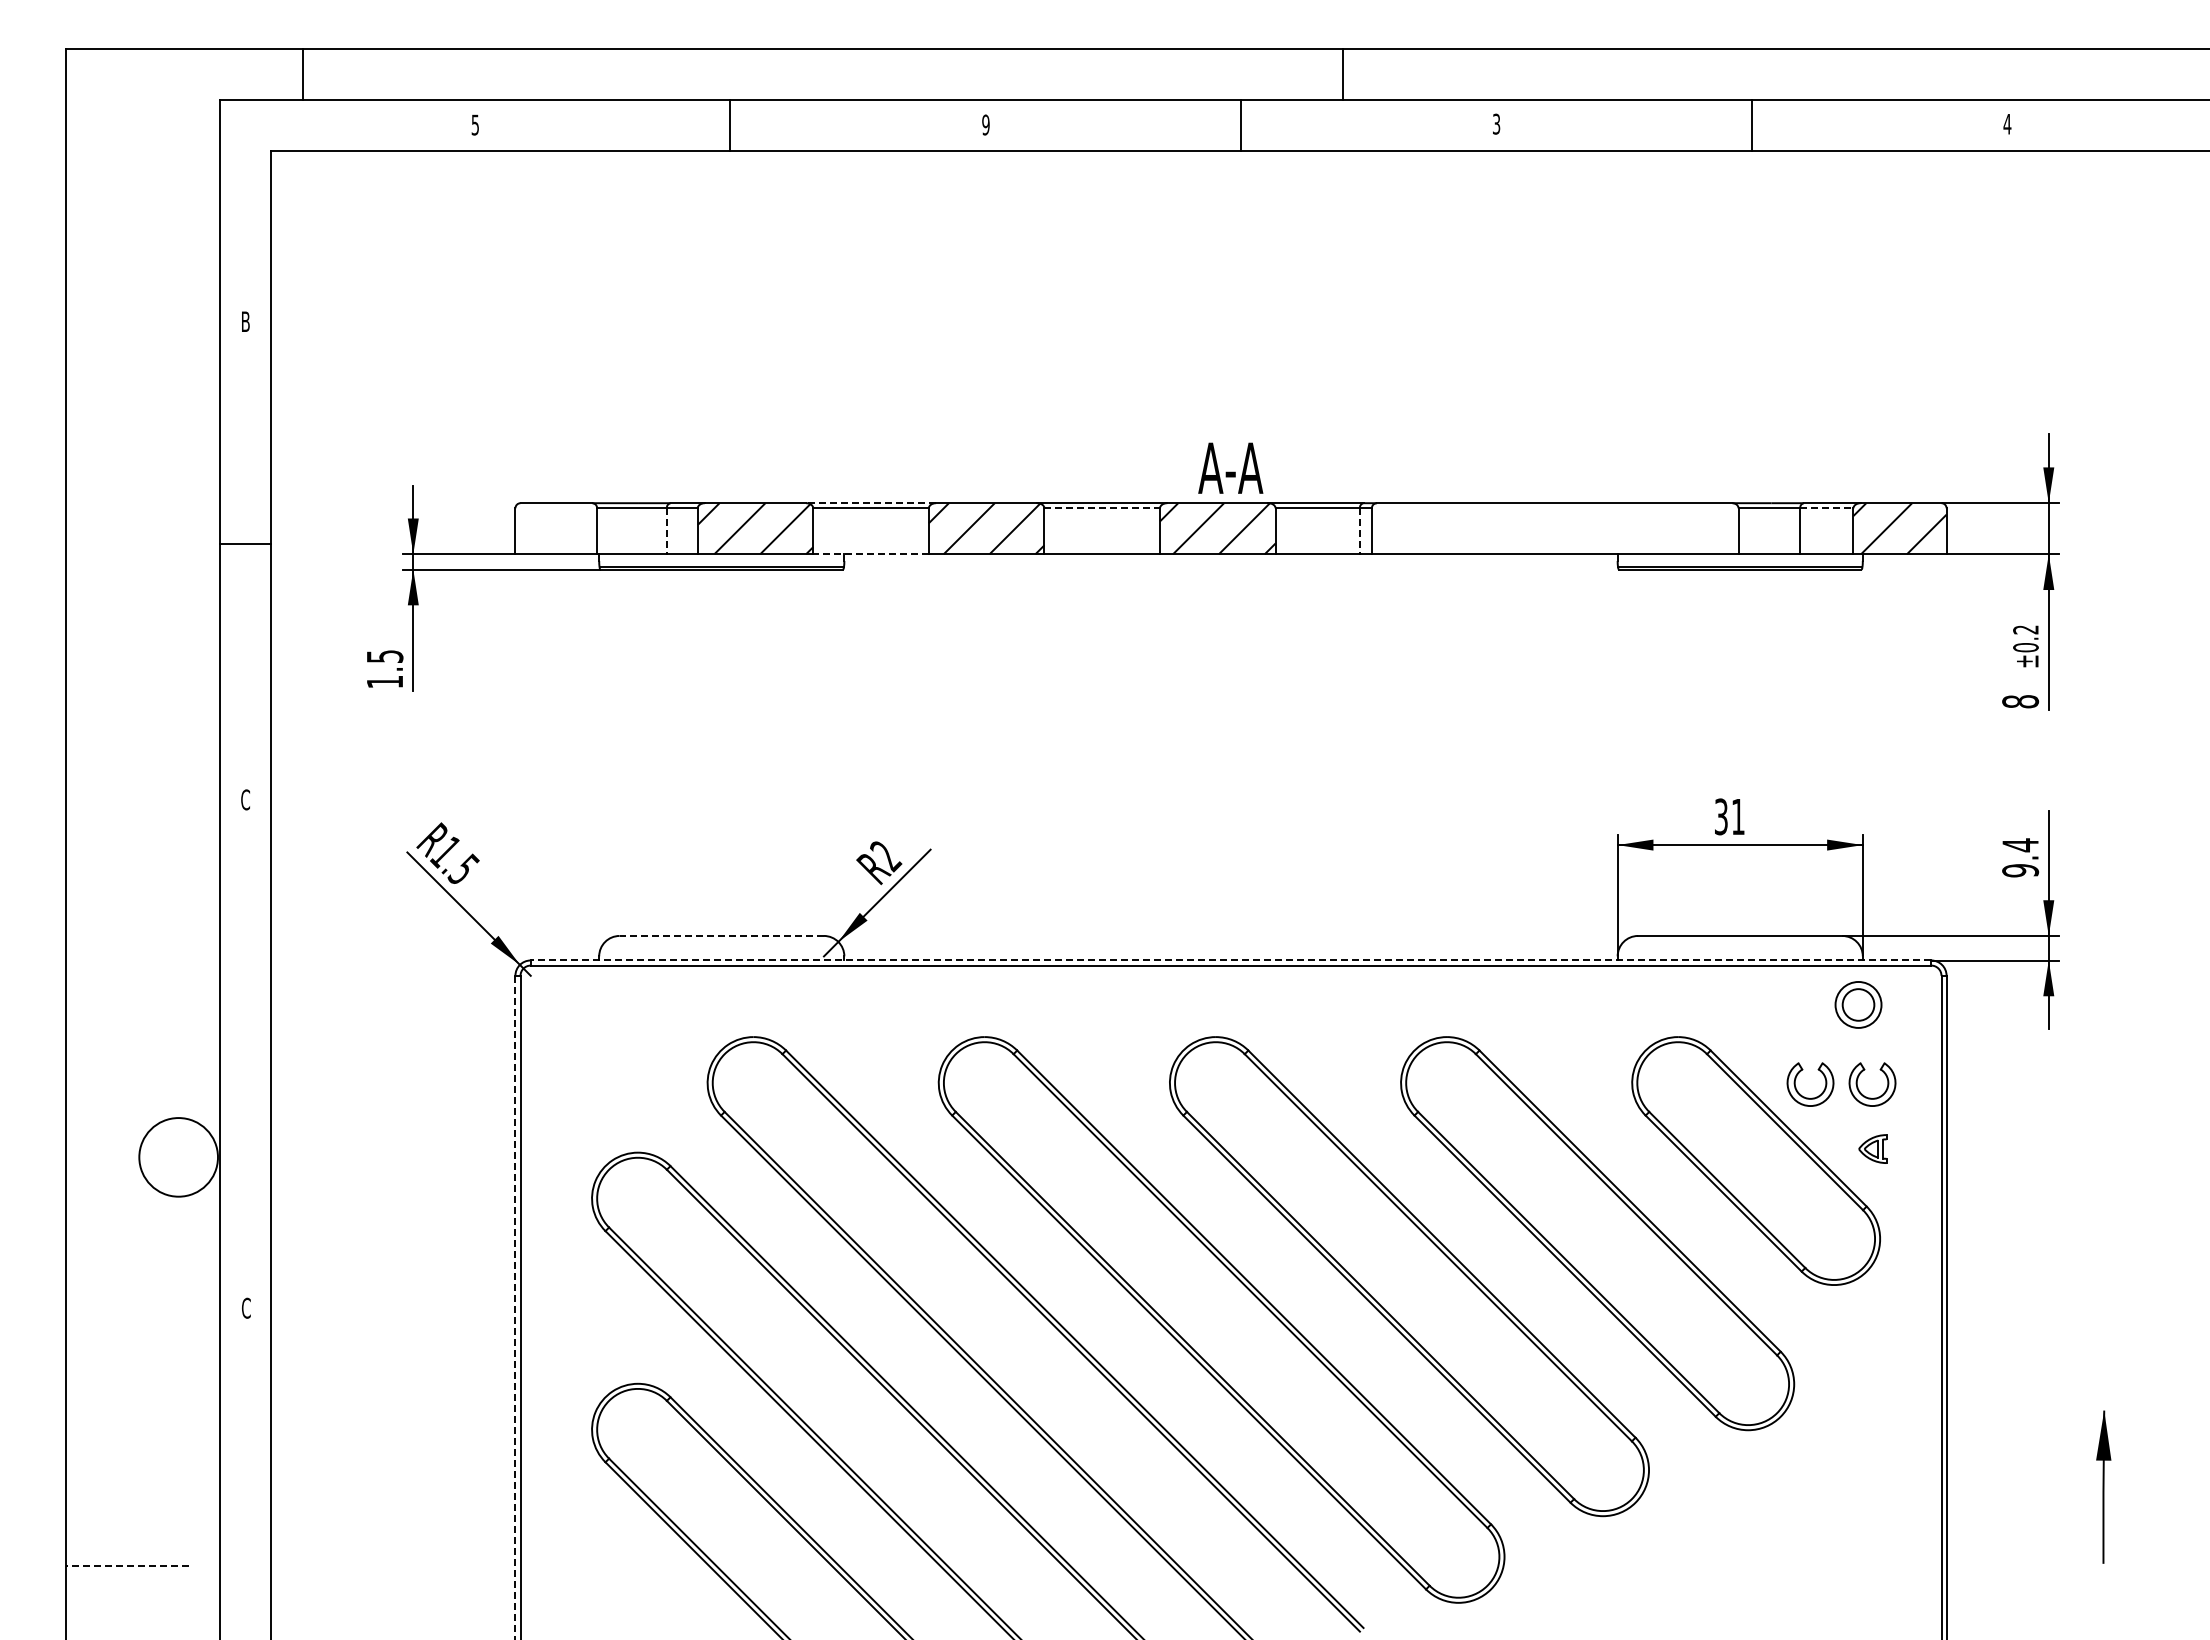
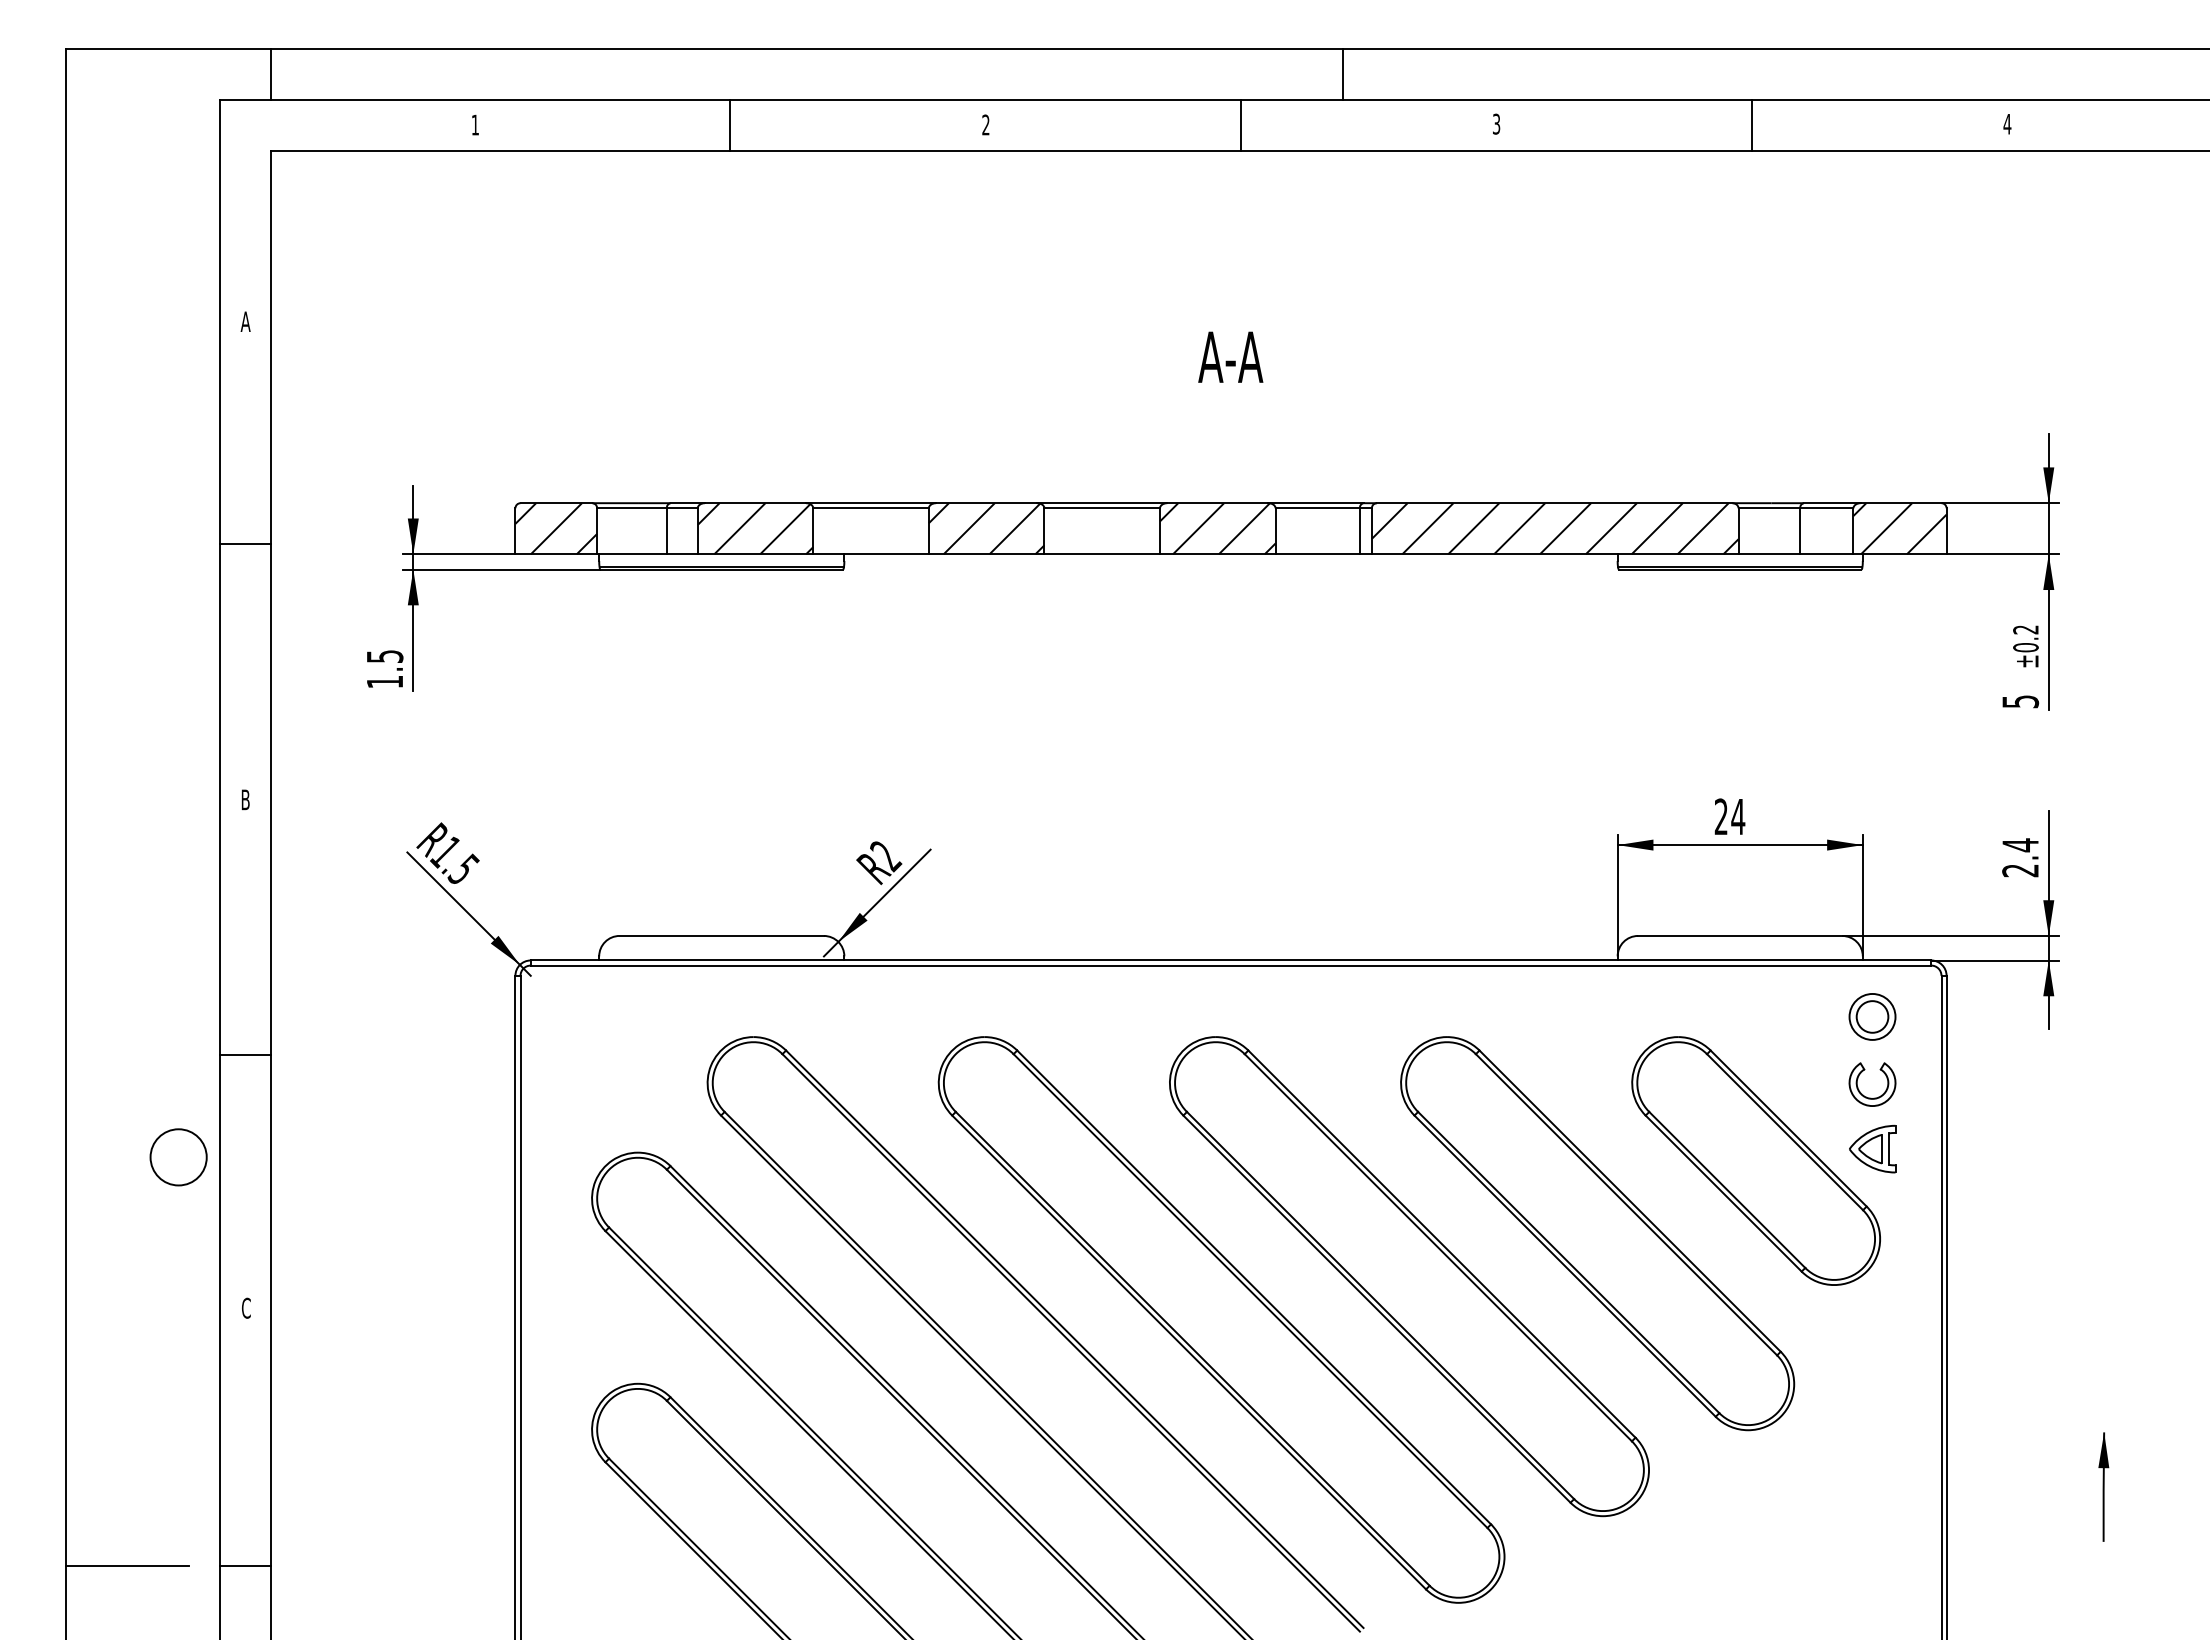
line at (302, 74) position: (302, 74) -> (270, 74)
text at (474, 124): 5 -> 1
text at (985, 124): 9 -> 2
text at (245, 321): B -> A
text at (1230, 467) position: (1230, 467) -> (1230, 356)
line at (870, 503): dashed -> solid
line at (1102, 508): dashed -> solid
line at (1826, 508): dashed -> solid
hatch at (556, 528): none -> present
hatch at (1554, 528): none -> present
line at (666, 531): dashed -> solid
line at (1359, 531): dashed -> solid
line at (871, 554): dashed -> solid
text at (2020, 701): 8 -> 5
text at (245, 799): C -> B
text at (1729, 816): 31 -> 24
text at (2020, 870): 9.4 -> 2.4
line at (721, 935): dashed -> solid
line at (1230, 960): dashed -> solid
part at (1858, 1004) position: (1858, 1004) -> (1872, 1016)
line at (244, 1055): none -> present
part at (1808, 1097): present -> none
part at (1872, 1148) size: 30x30 px -> 48x50 px
circle at (178, 1157) diameter: 79 px -> 56 px
line at (515, 1307): dashed -> solid
part at (2103, 1486) size: 16x154 px -> 12x110 px
line at (127, 1565): dashed -> solid
line at (244, 1565): none -> present
